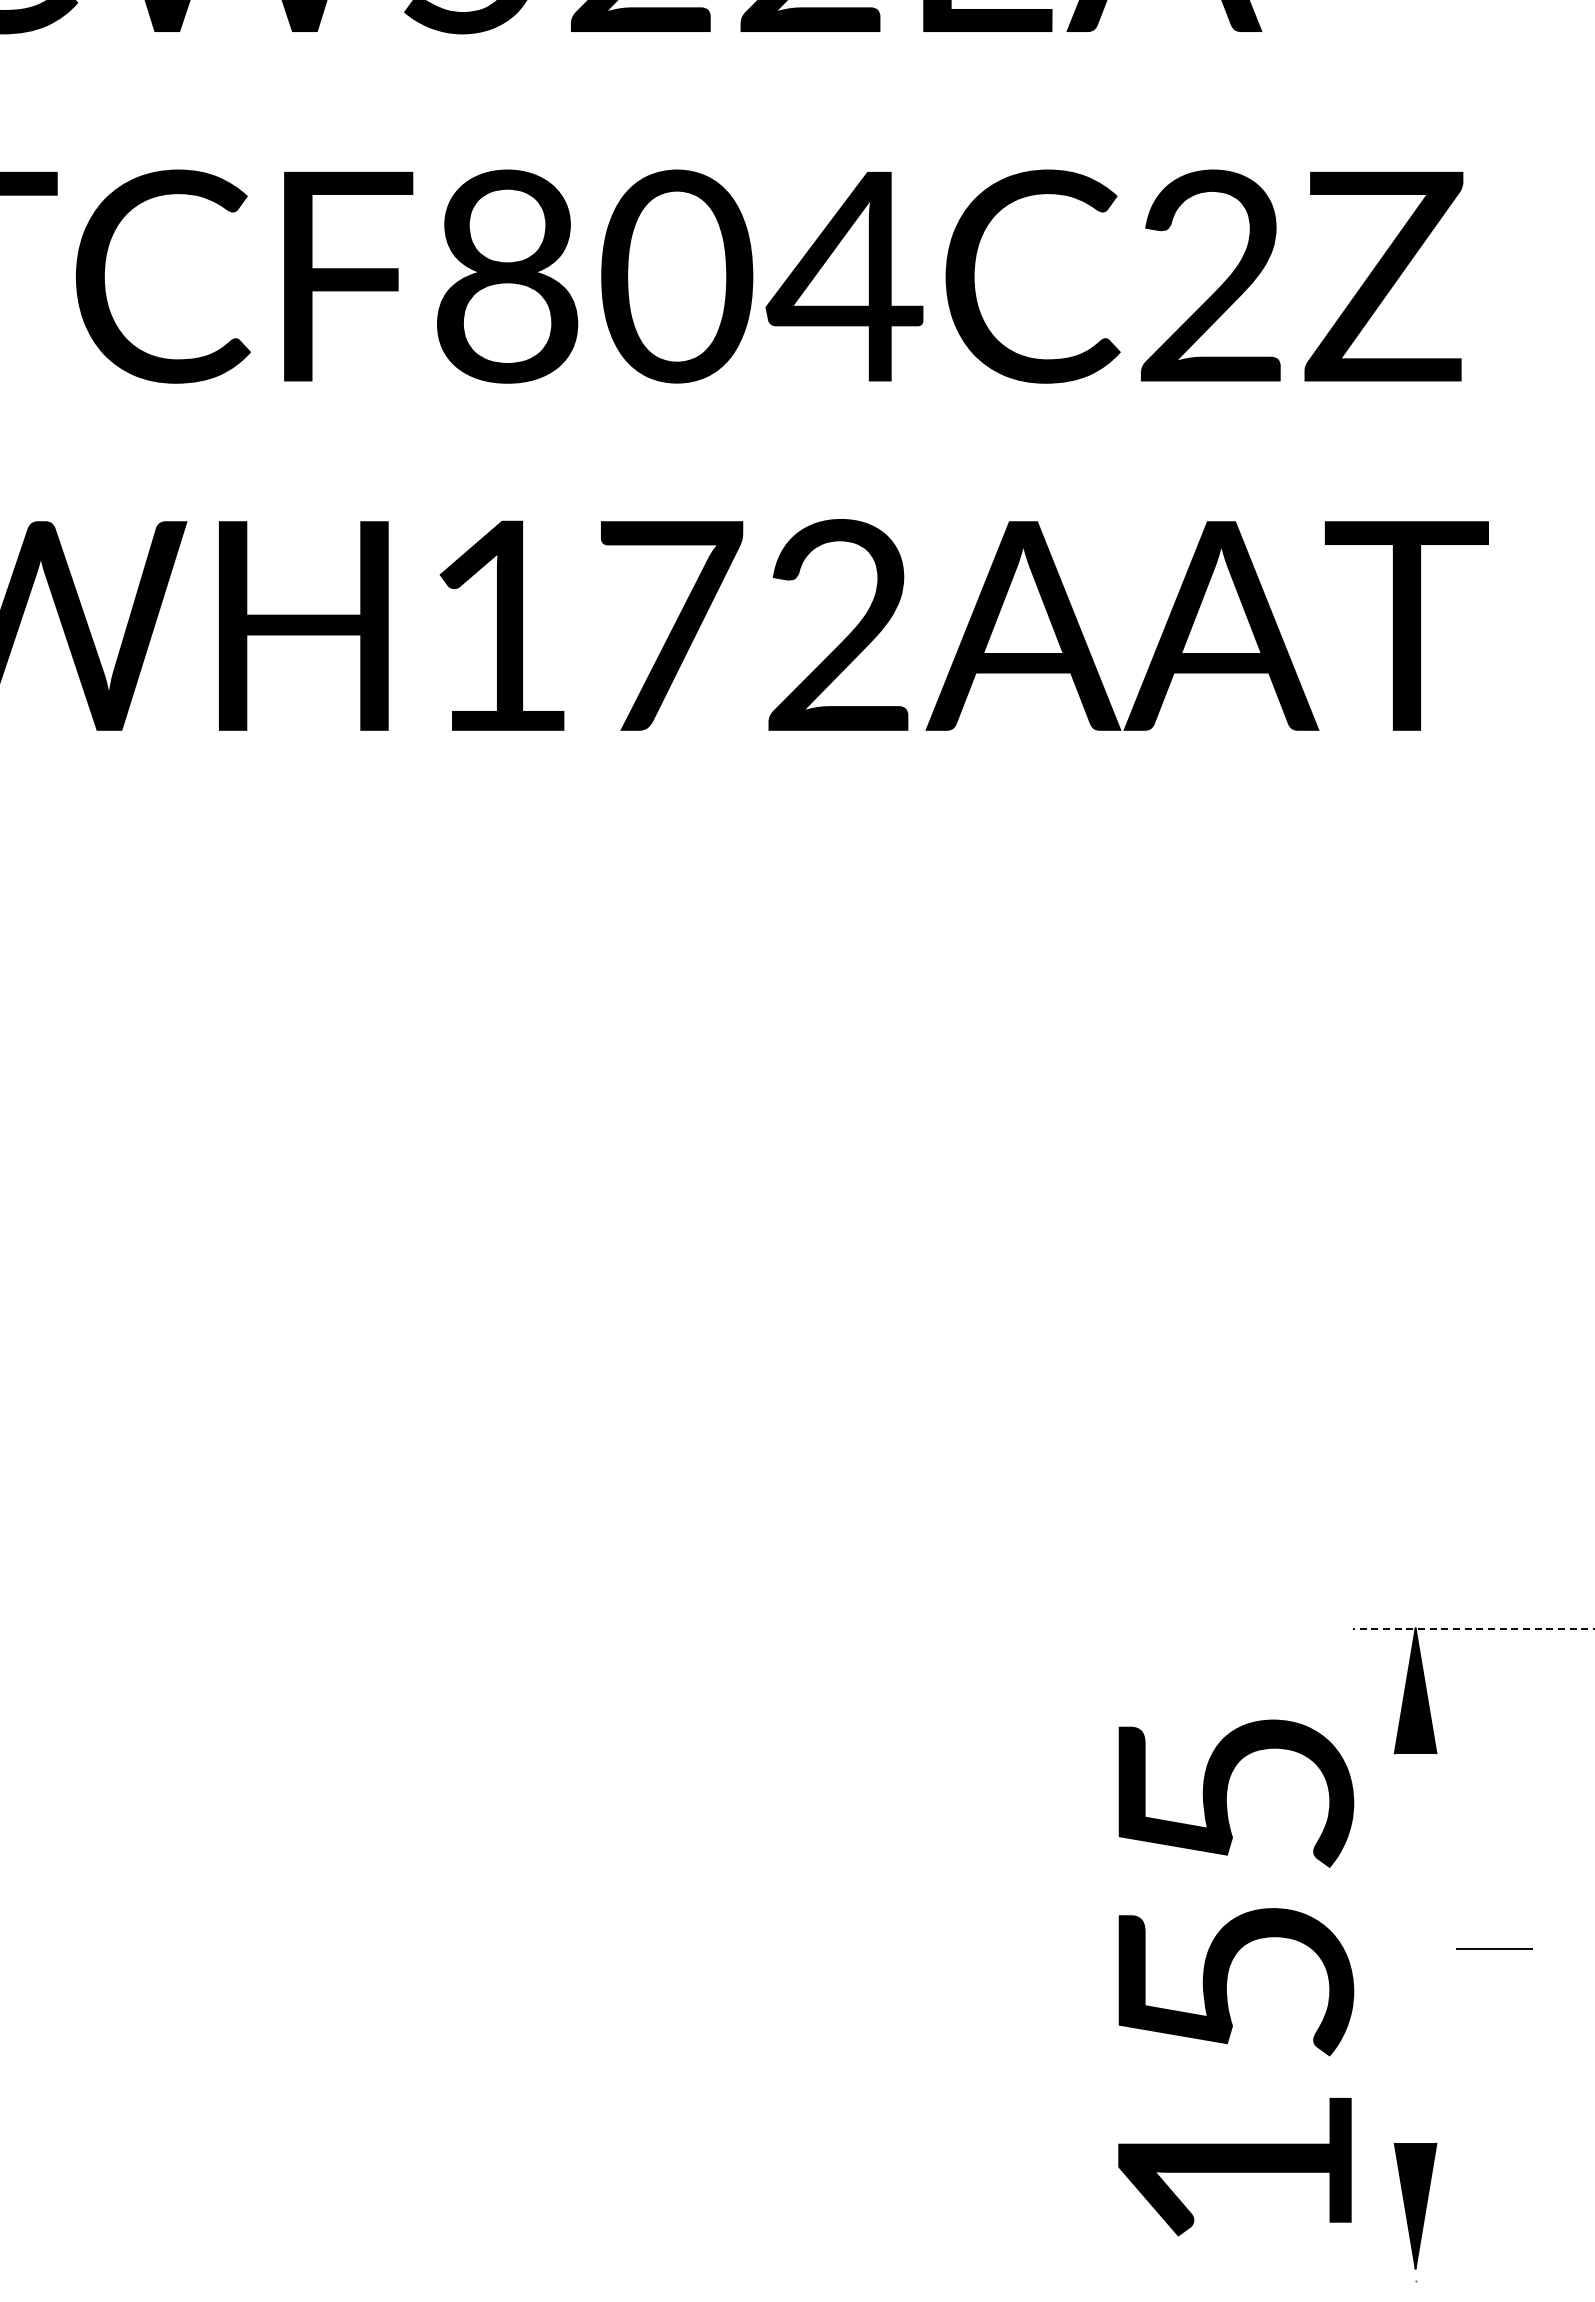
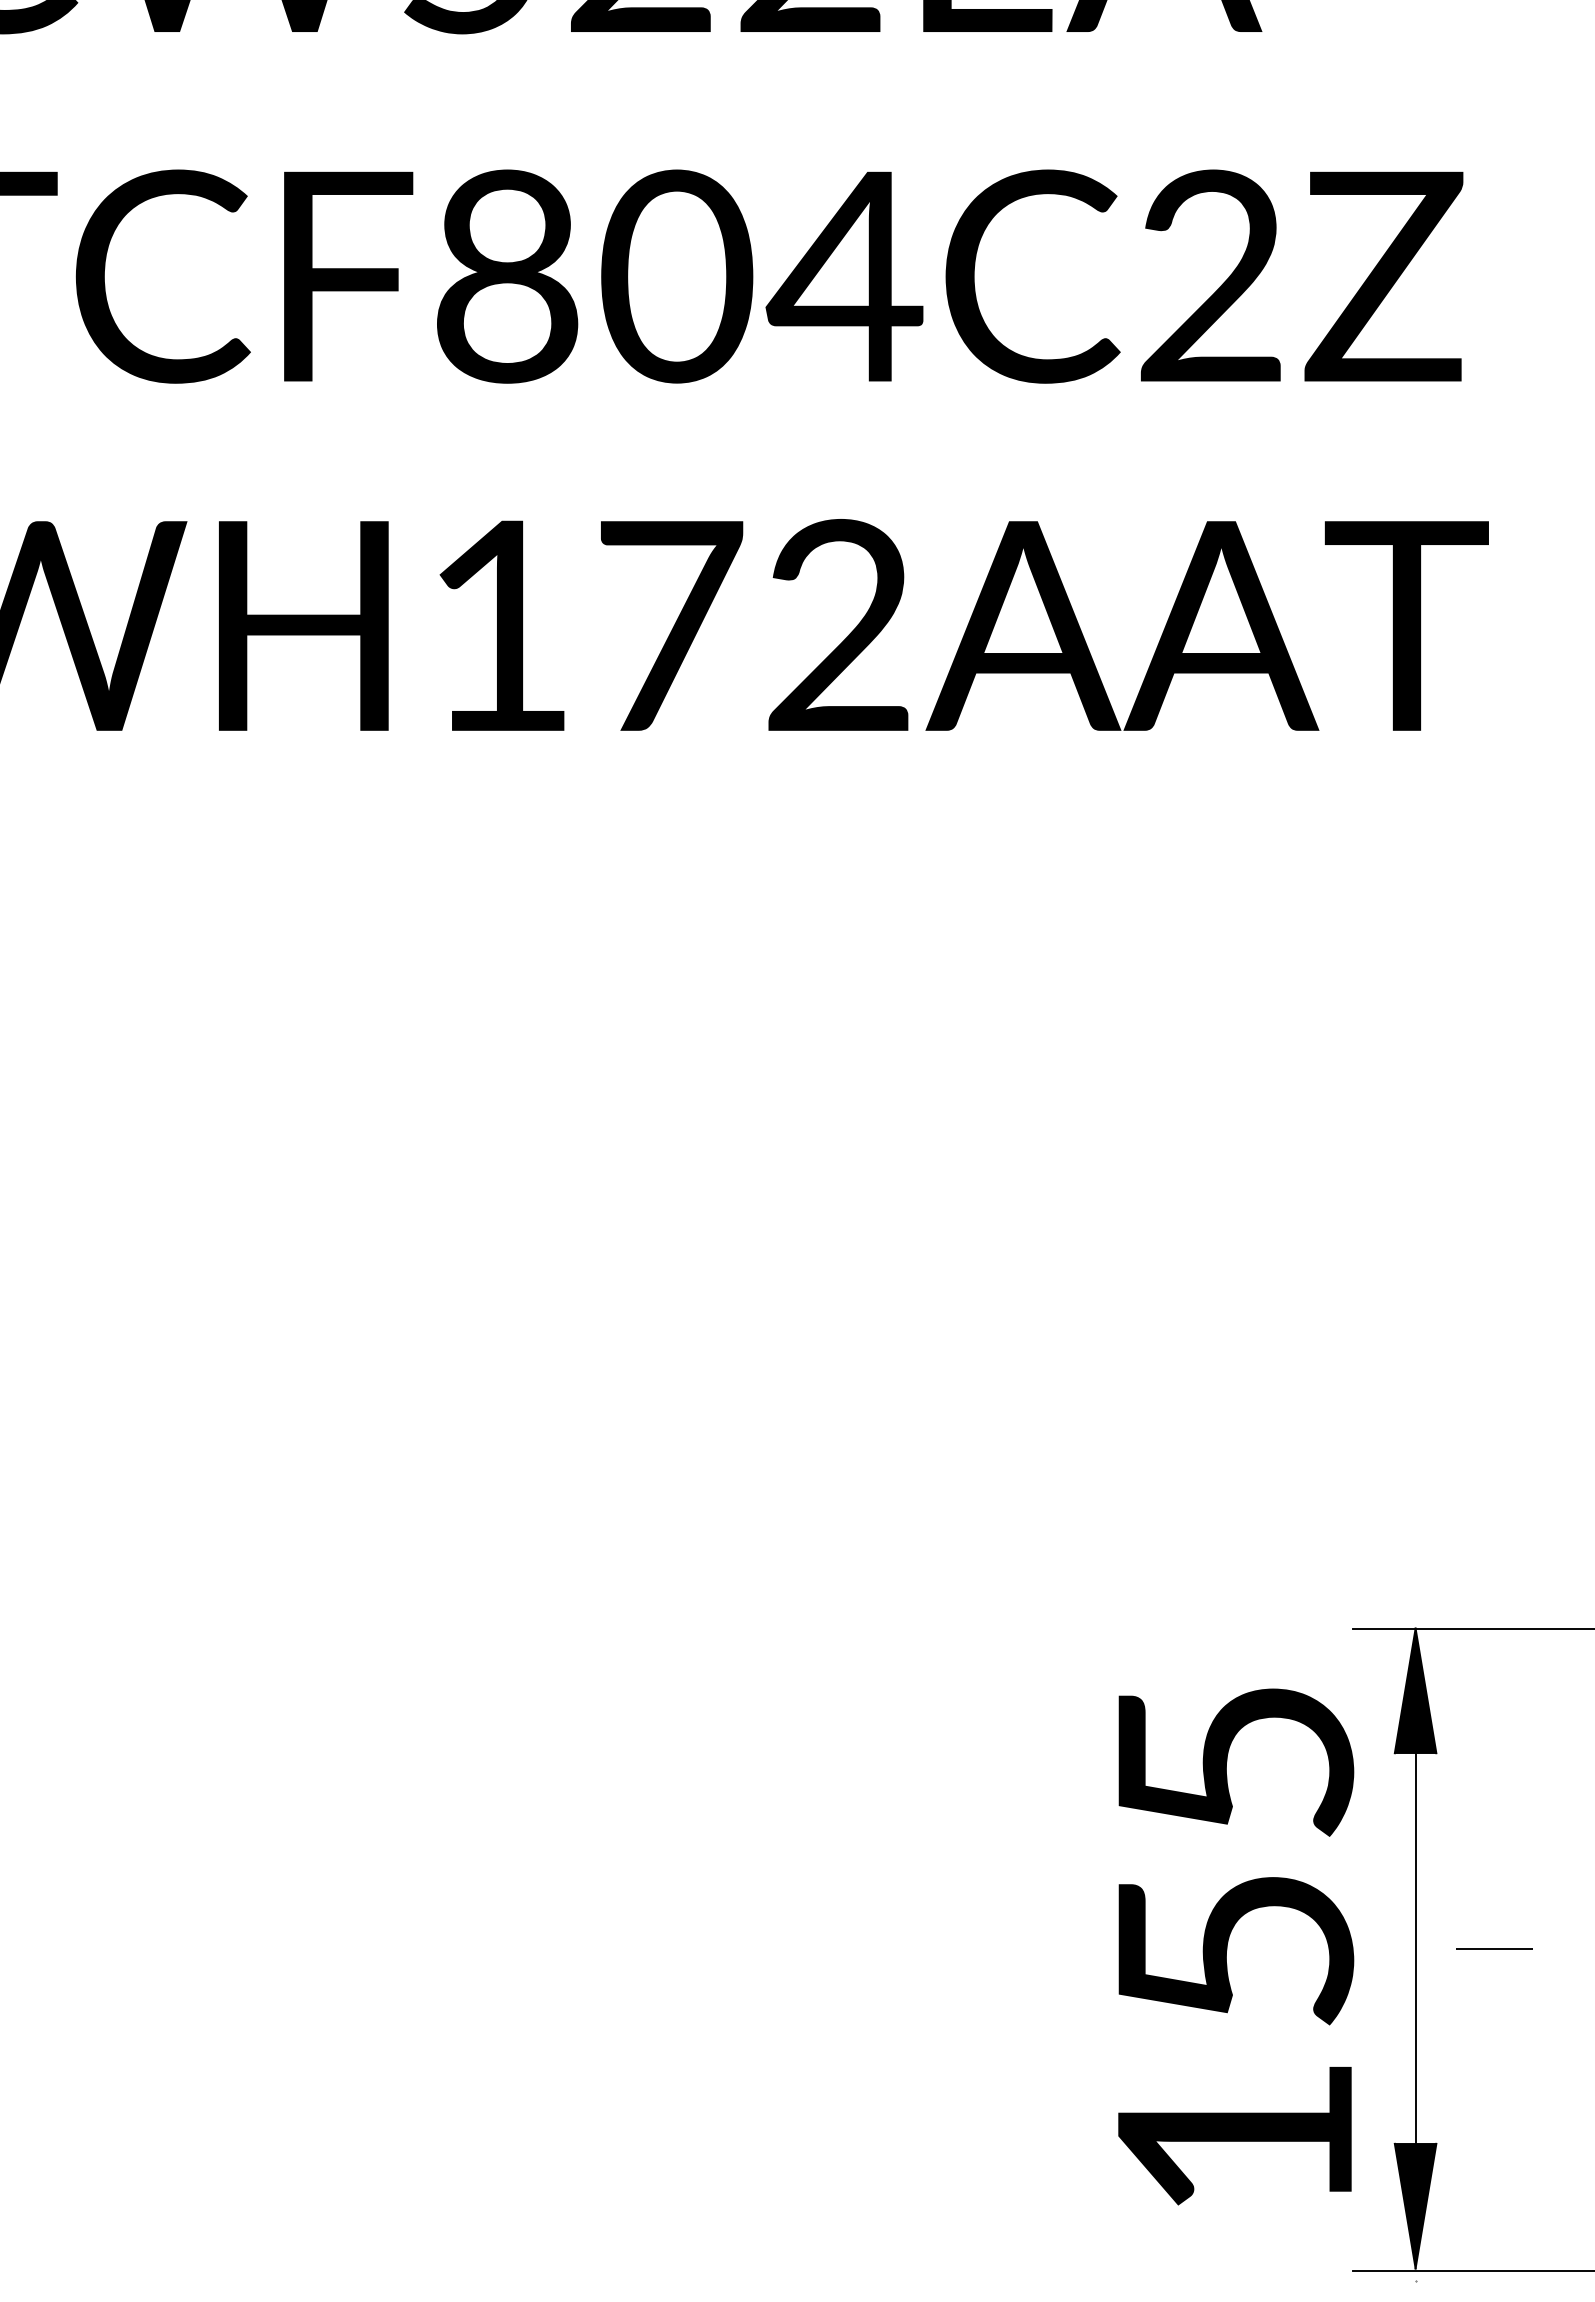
line at (1473, 1628): dashed -> solid
line at (1415, 1954): none -> present
text at (1236, 1977) position: (1236, 1977) -> (1236, 1946)
line at (1472, 2271): none -> present
